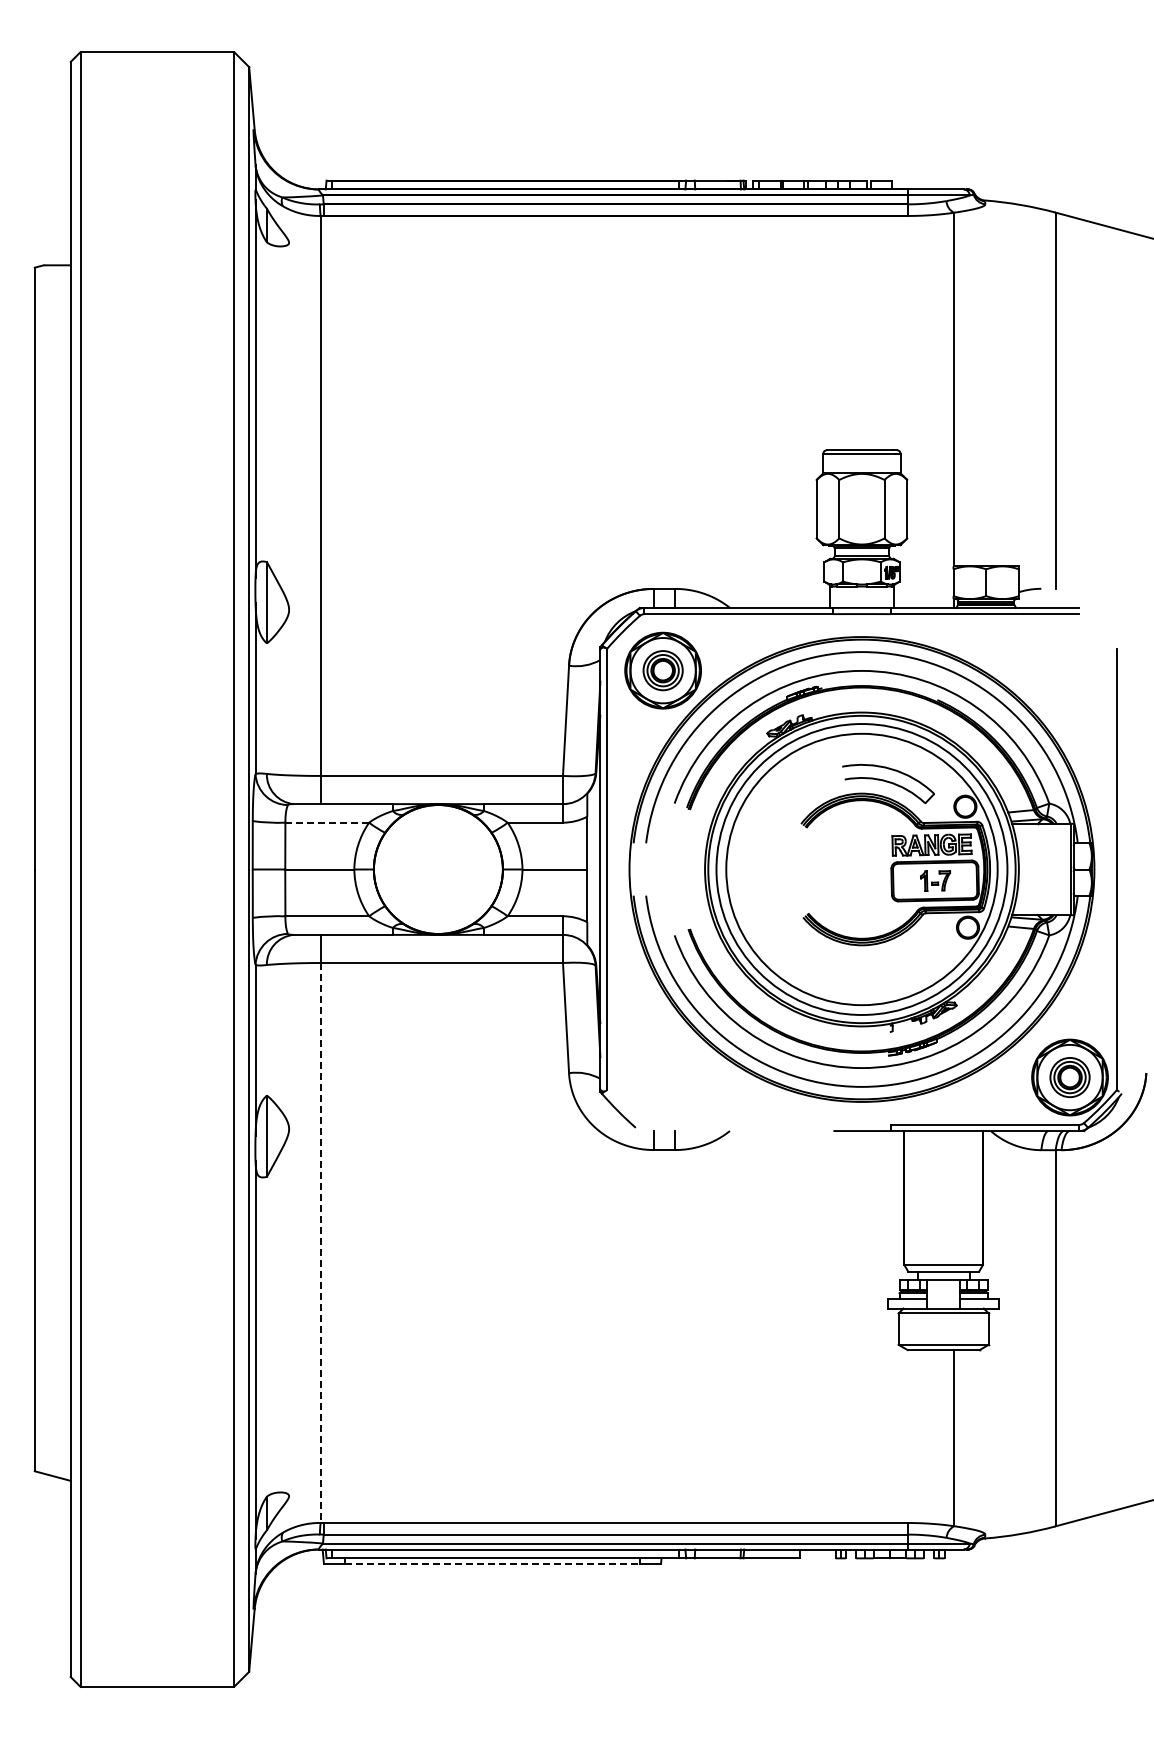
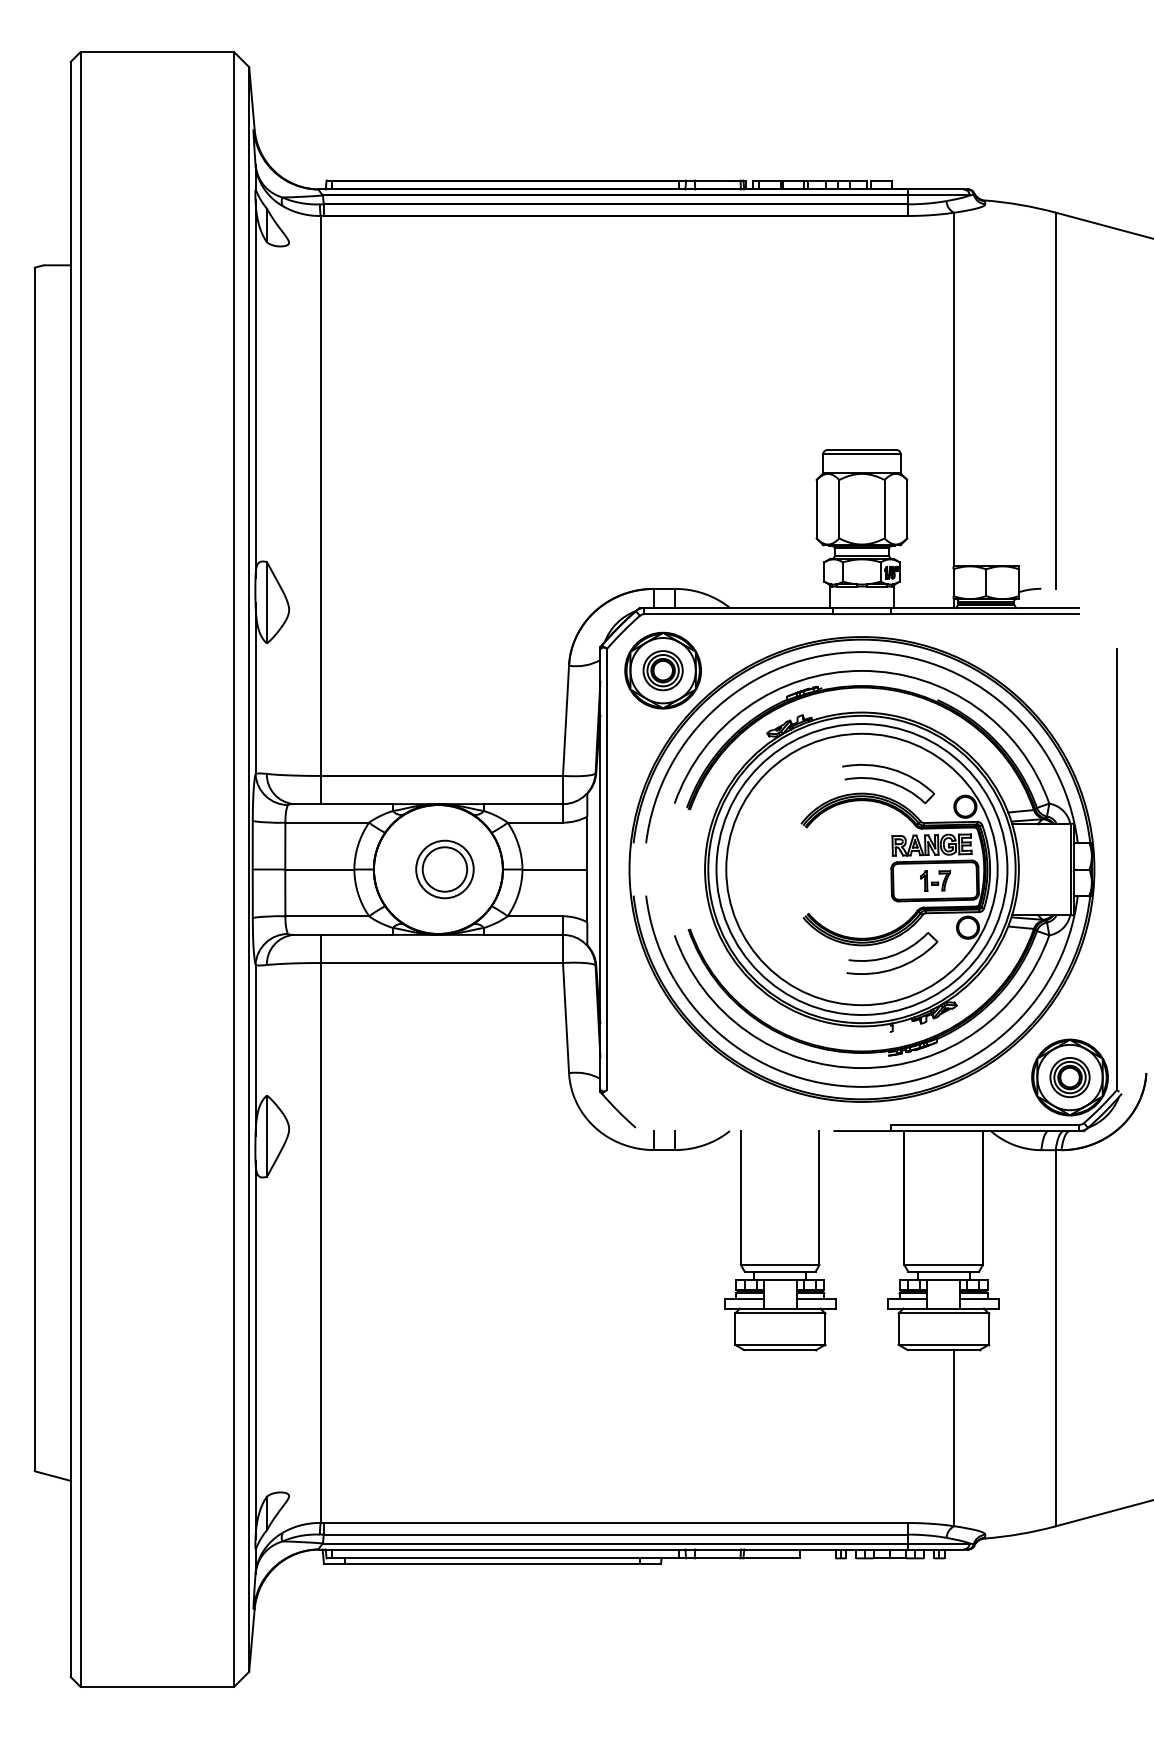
line at (327, 822): dashed -> solid
part at (444, 869): none -> present
part at (892, 953): none -> present
line at (320, 1243): dashed -> solid
part at (780, 1264): none -> present
line at (492, 1563): dashed -> solid
